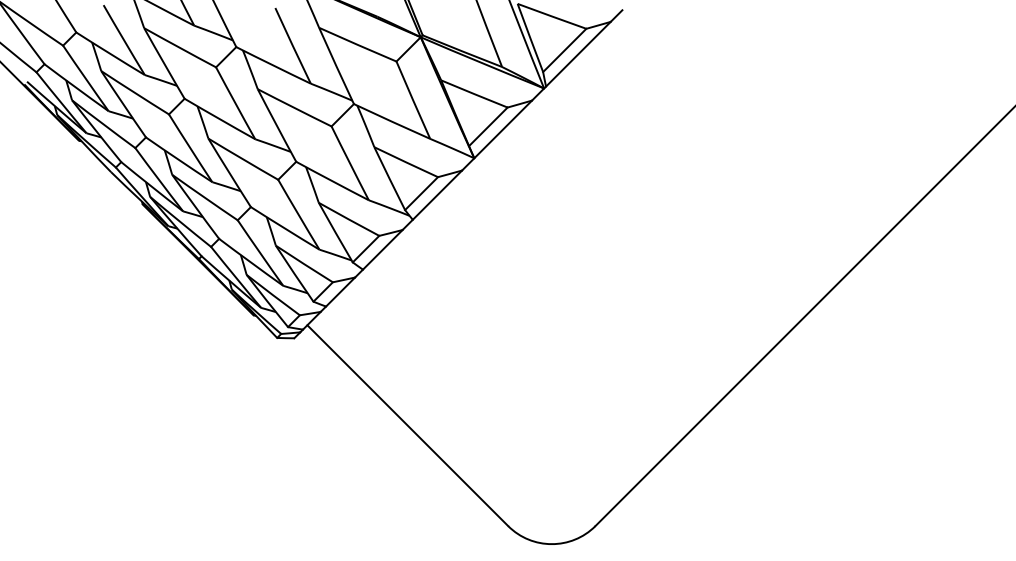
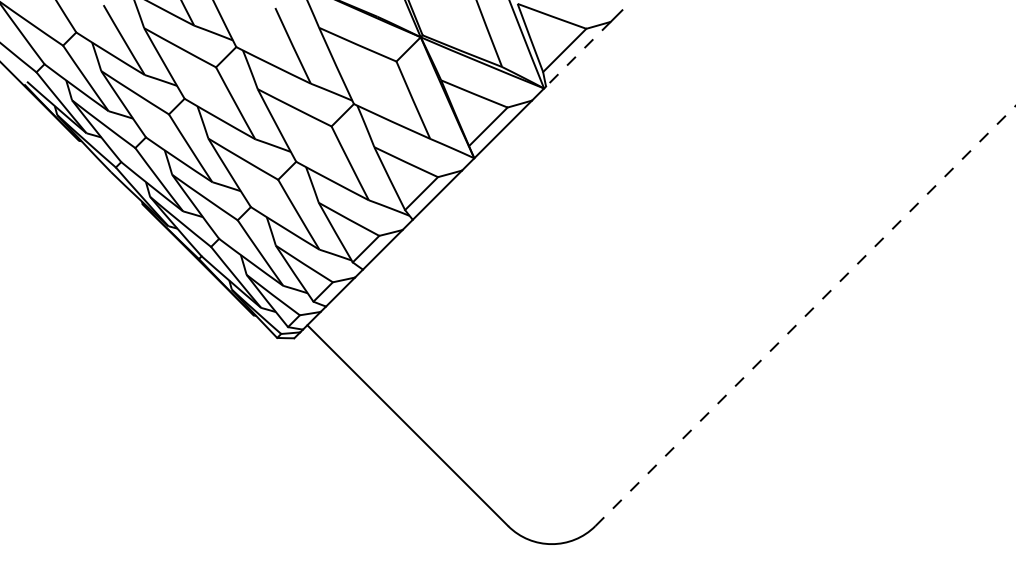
line at (578, 54): solid -> dashed
line at (805, 316): solid -> dashed
